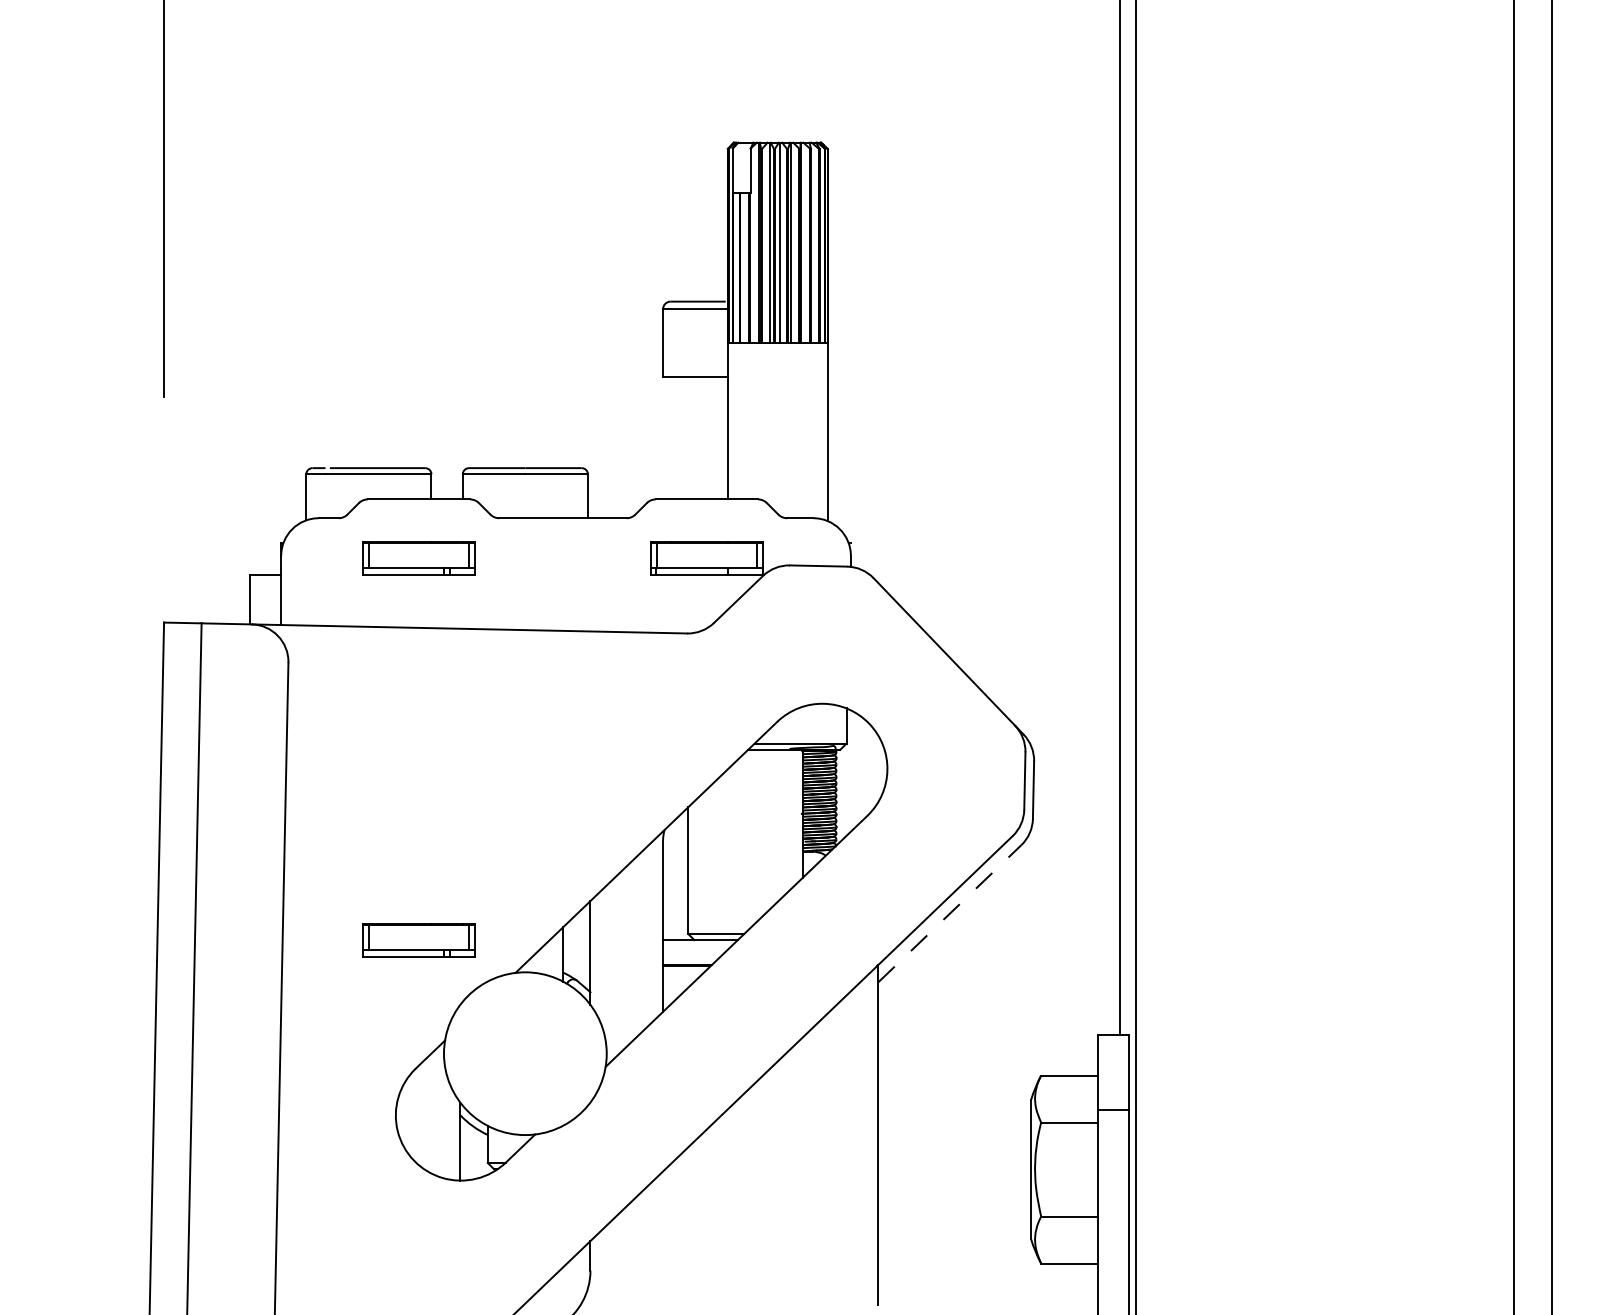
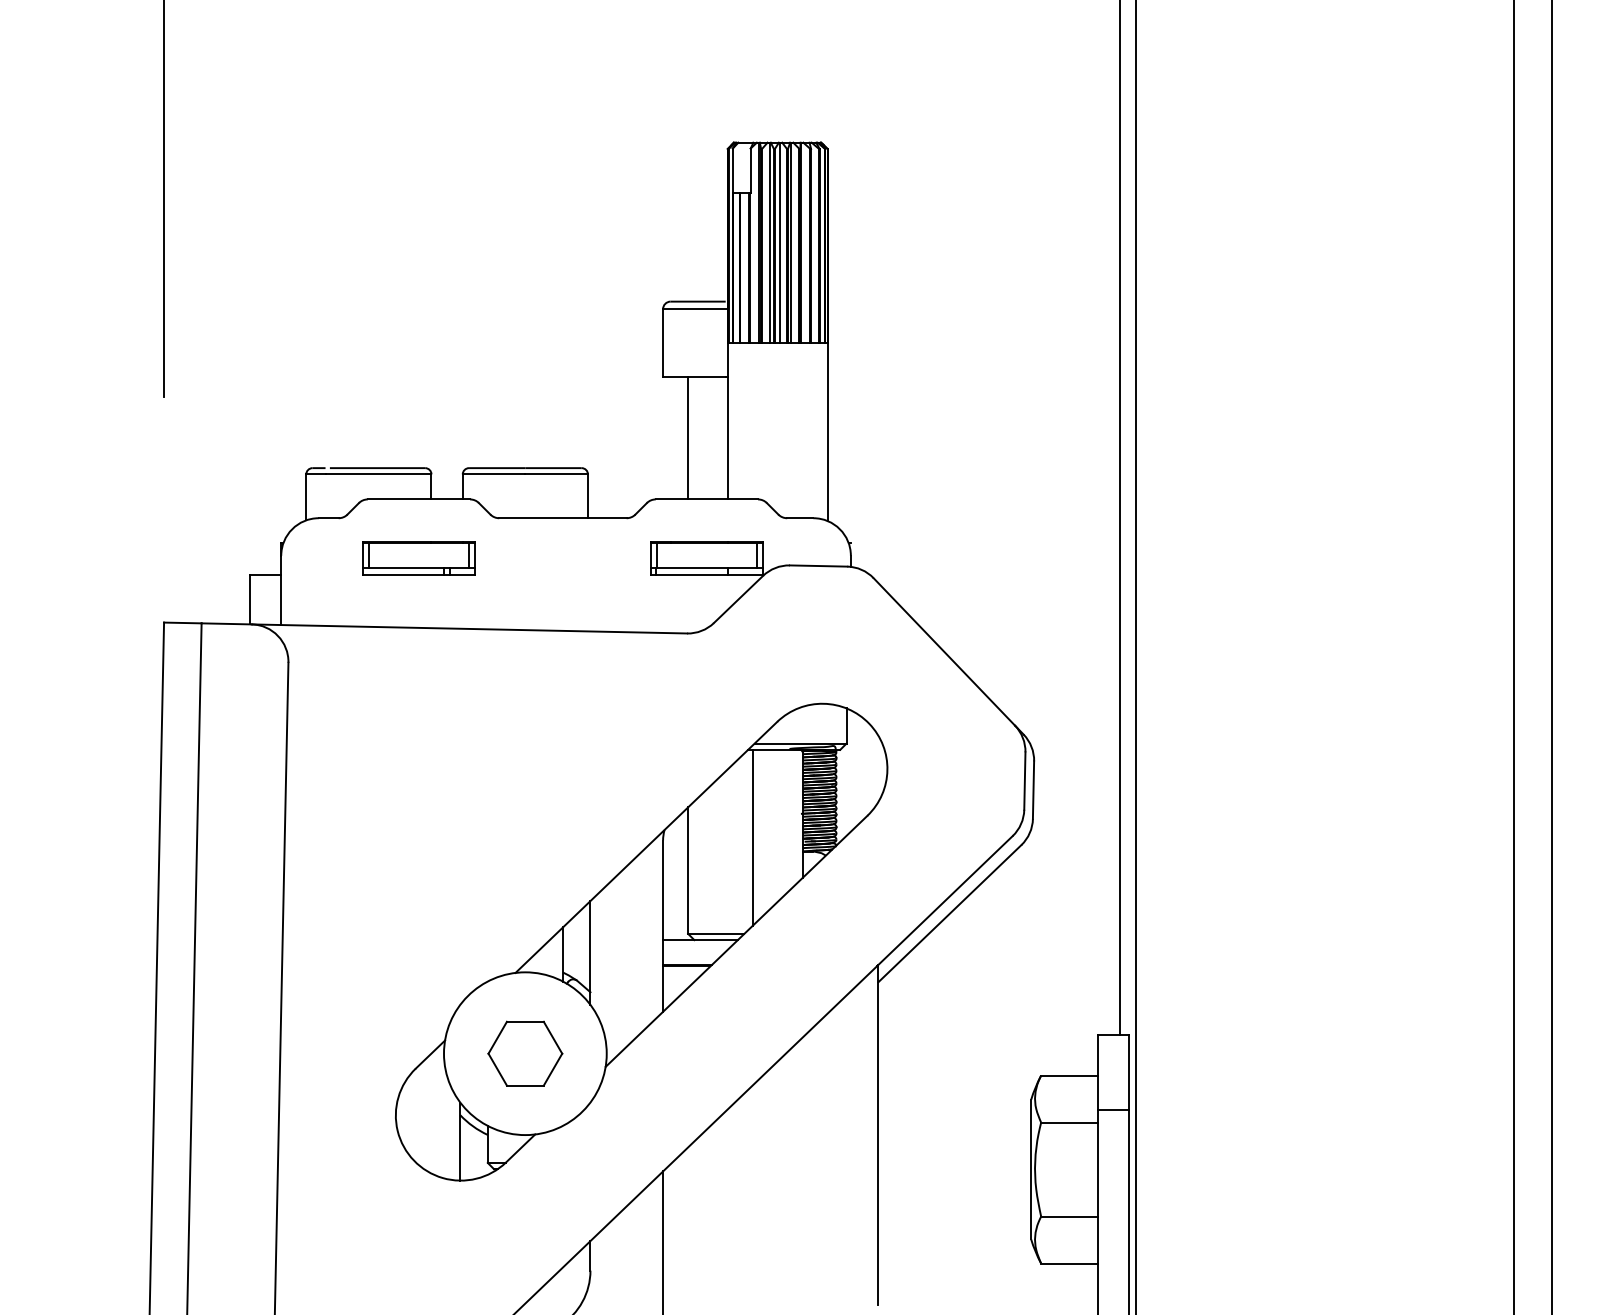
line at (688, 437): none -> present
line at (752, 837): none -> present
line at (950, 913): dashed -> solid
part at (418, 940): present -> none
part at (525, 1053): none -> present
line at (663, 1241): none -> present
